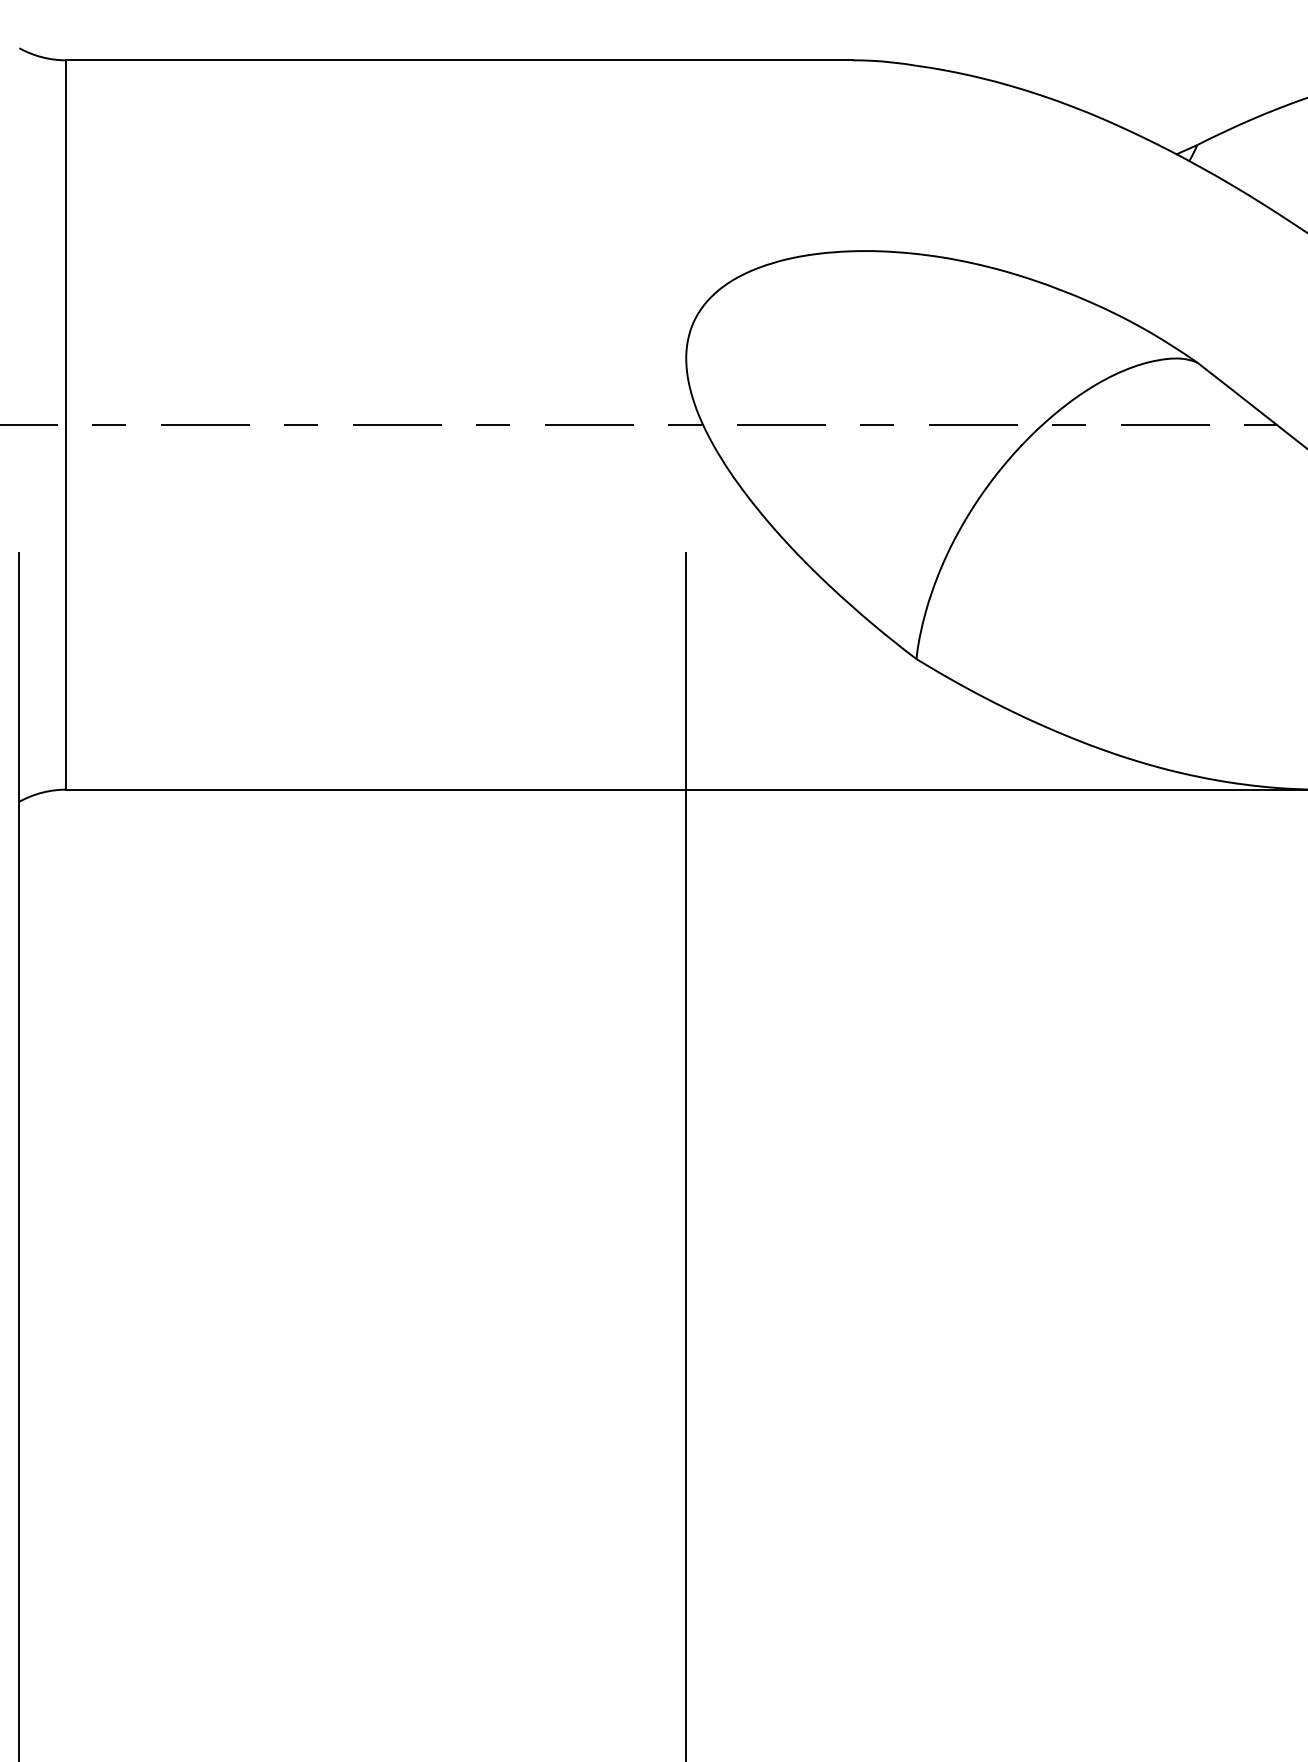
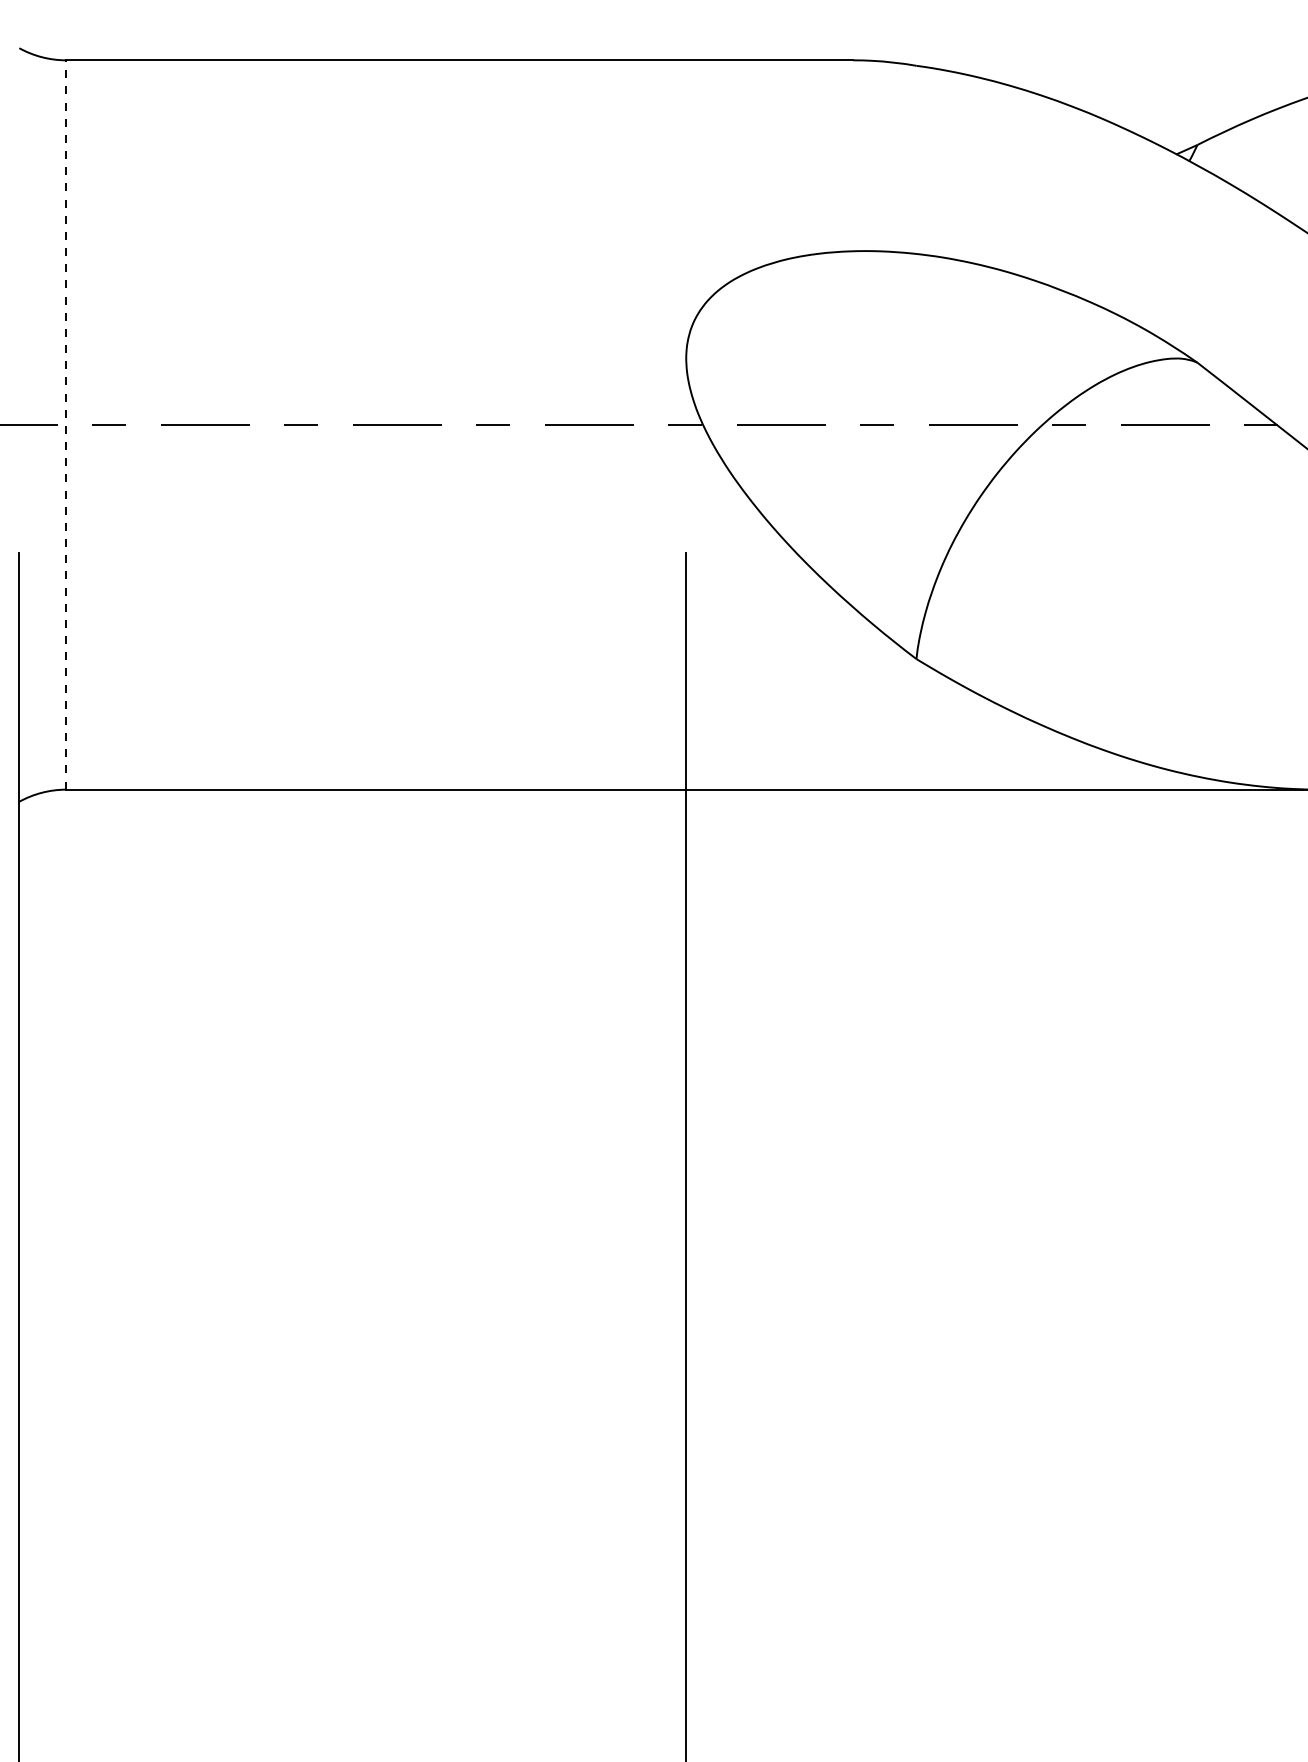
line at (66, 425): solid -> dashed
